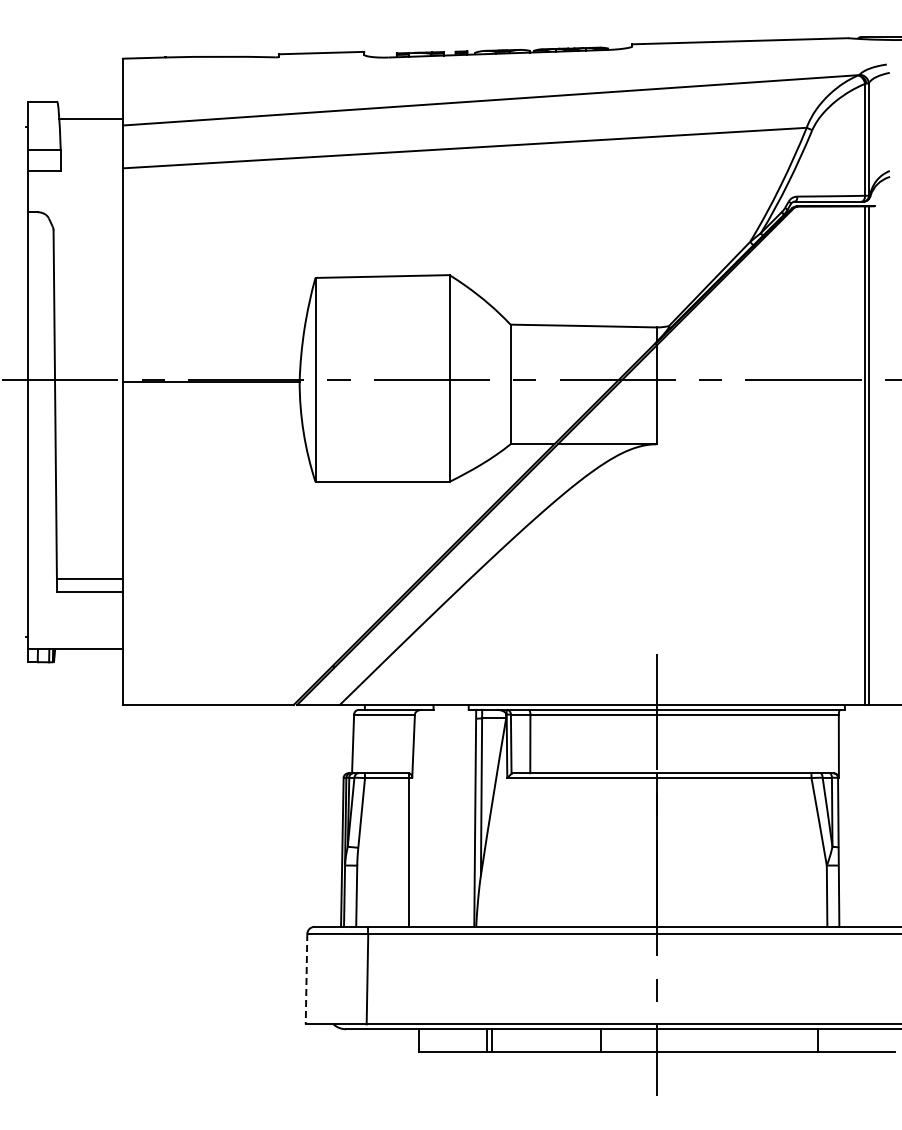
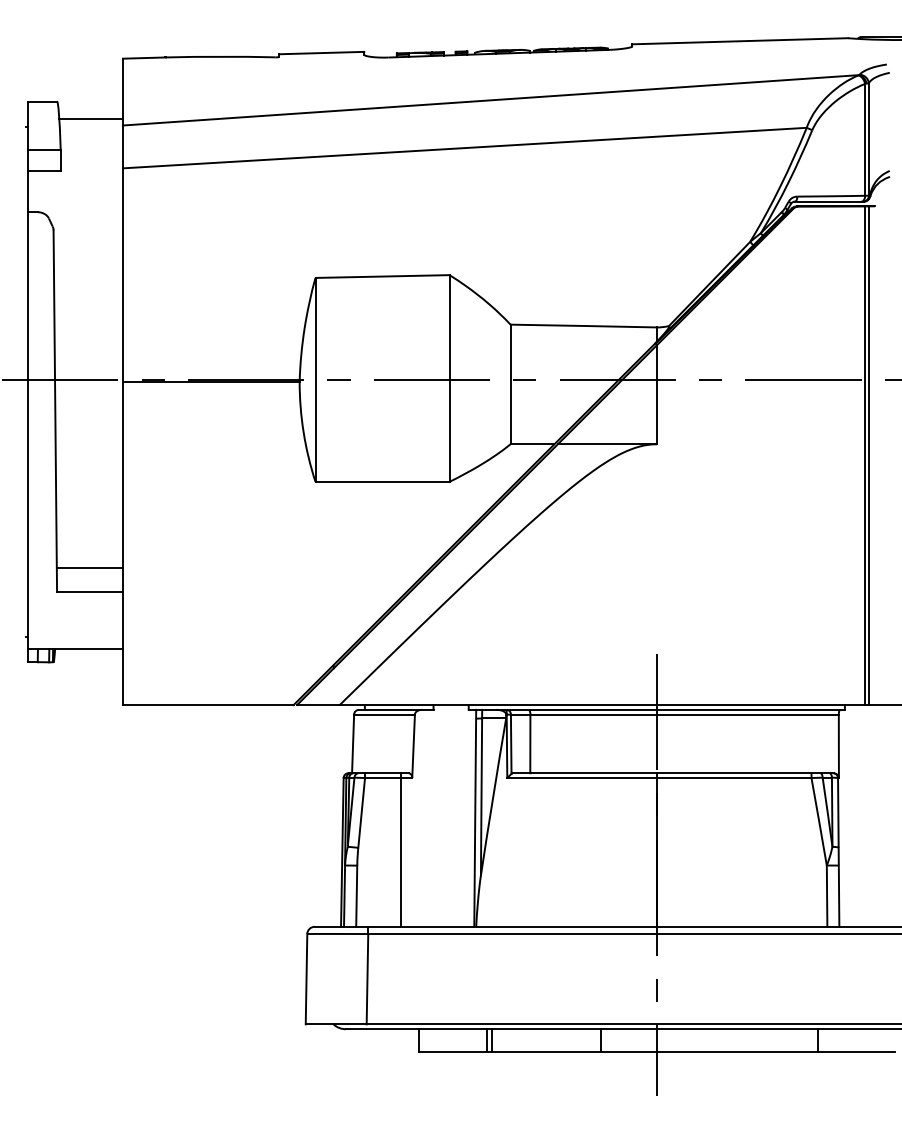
line at (89, 578) position: (89, 578) -> (89, 567)
line at (408, 849) position: (408, 849) -> (400, 849)
line at (306, 979): dashed -> solid
